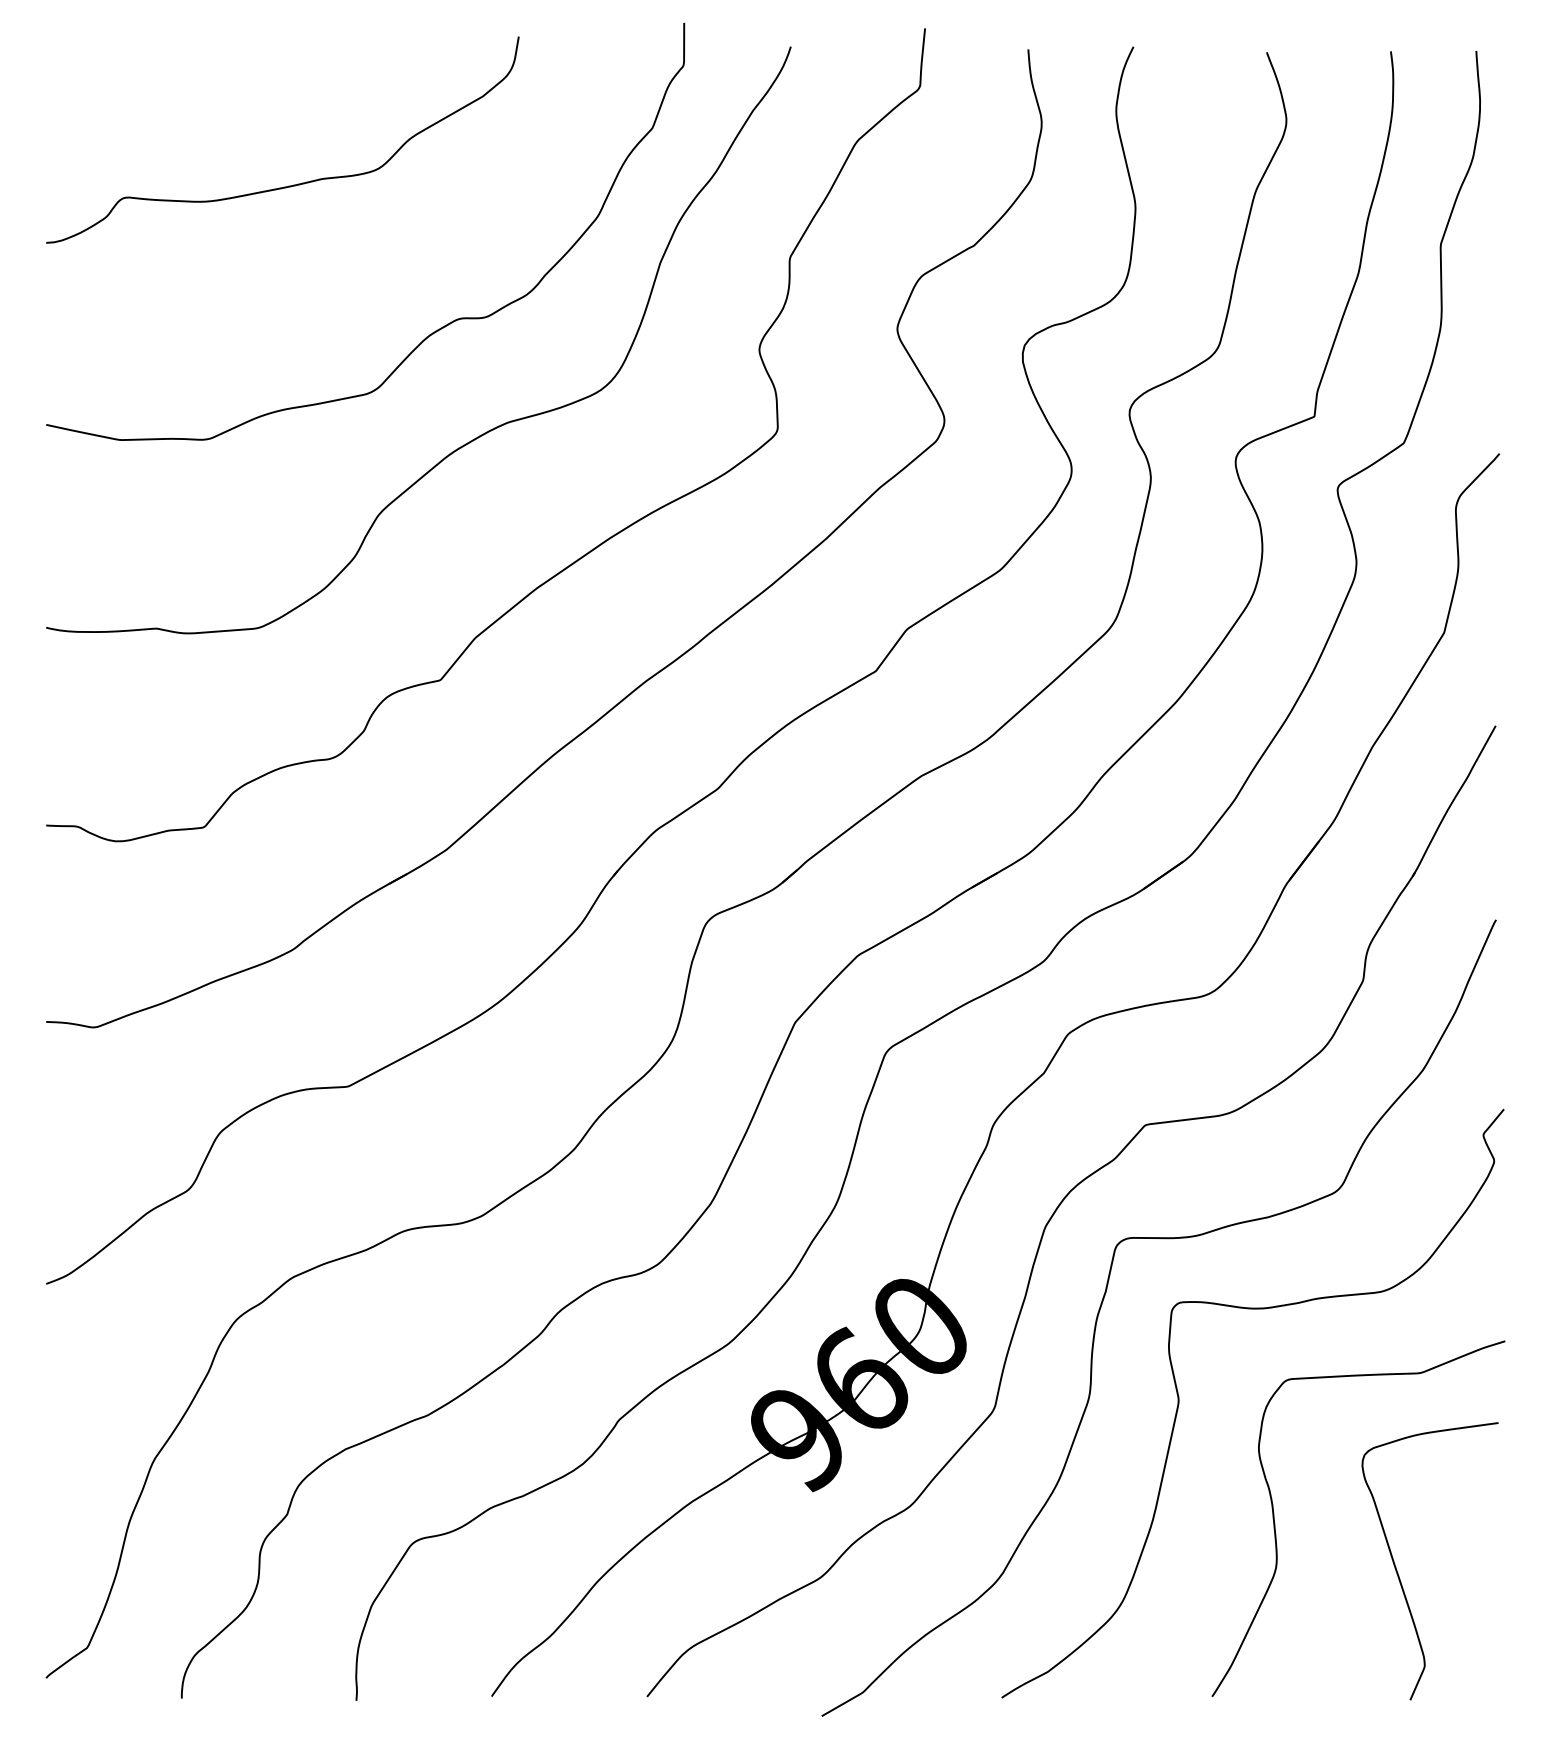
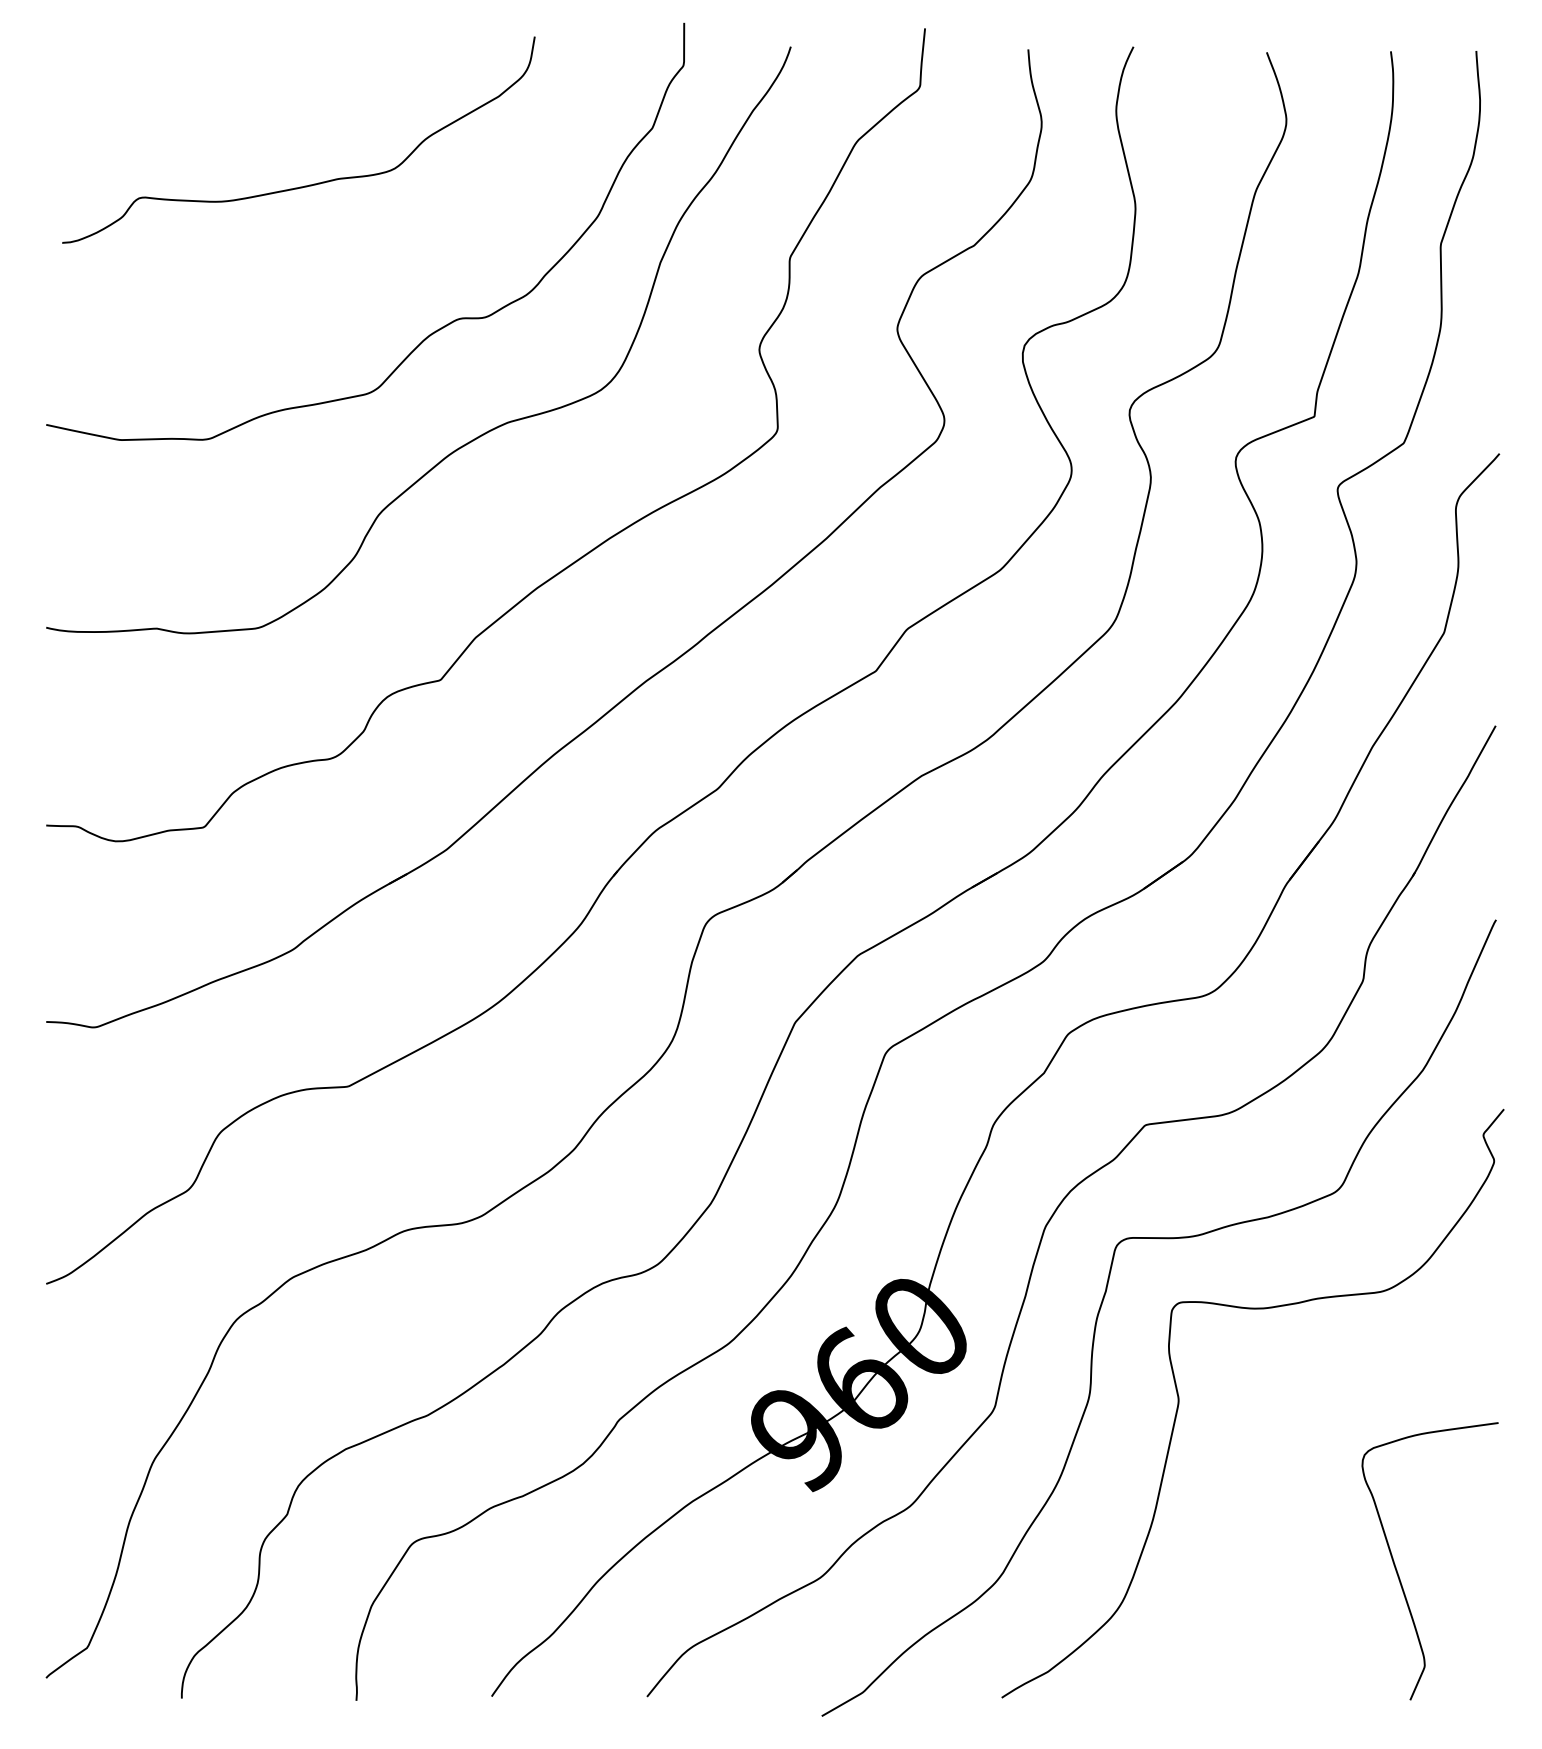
curve at (293, 184) position: (293, 184) -> (309, 184)
curve at (1275, 1523): present -> none
